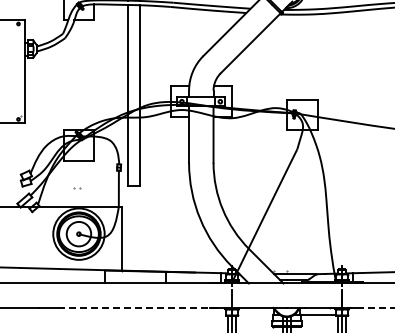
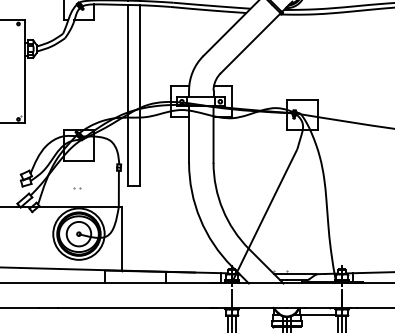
line at (134, 307): dashed -> solid
line at (375, 307): dashed -> solid
